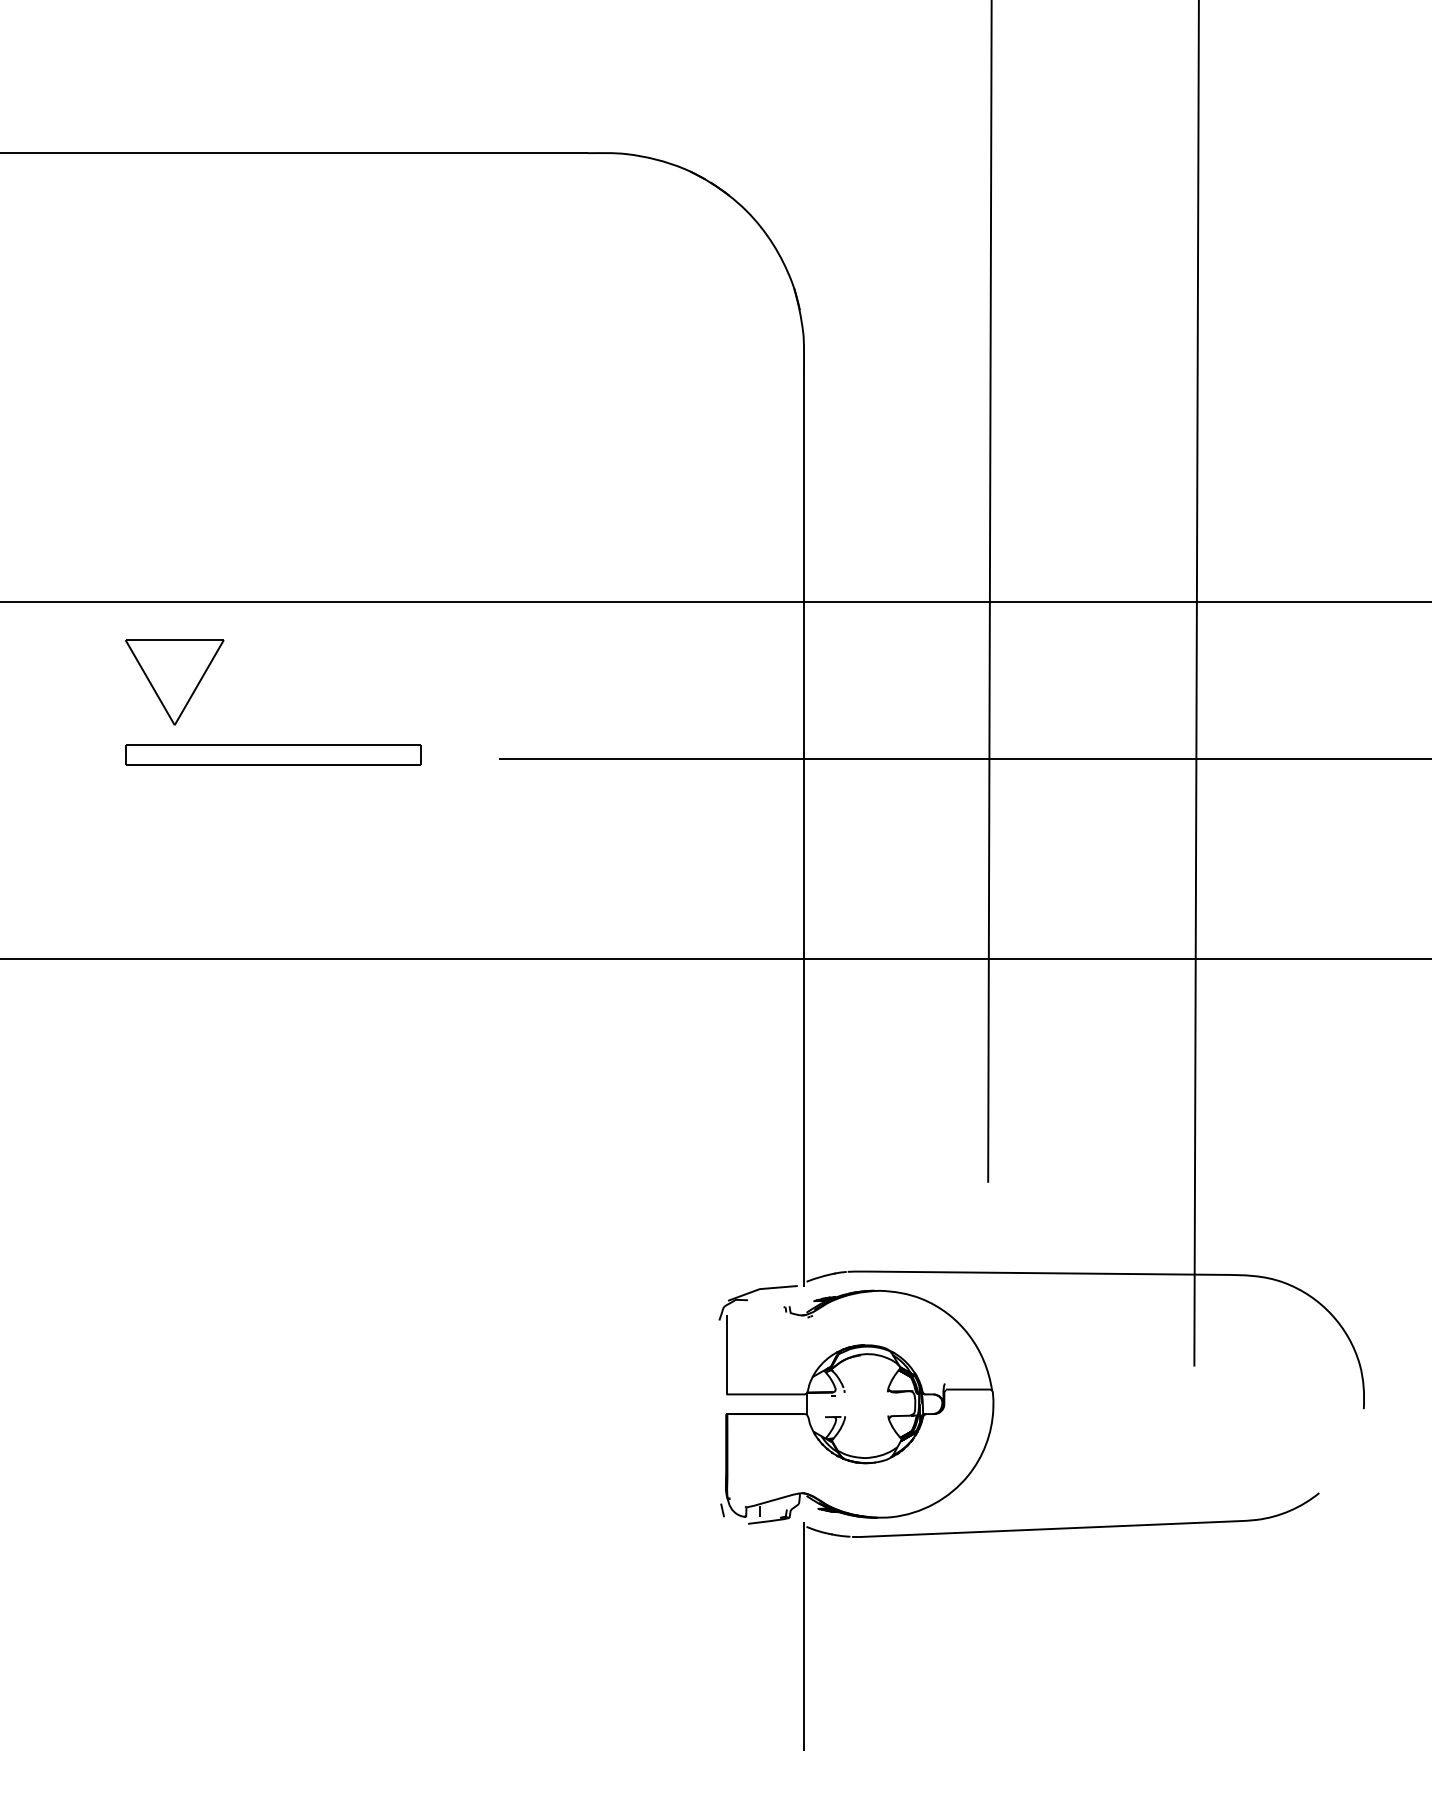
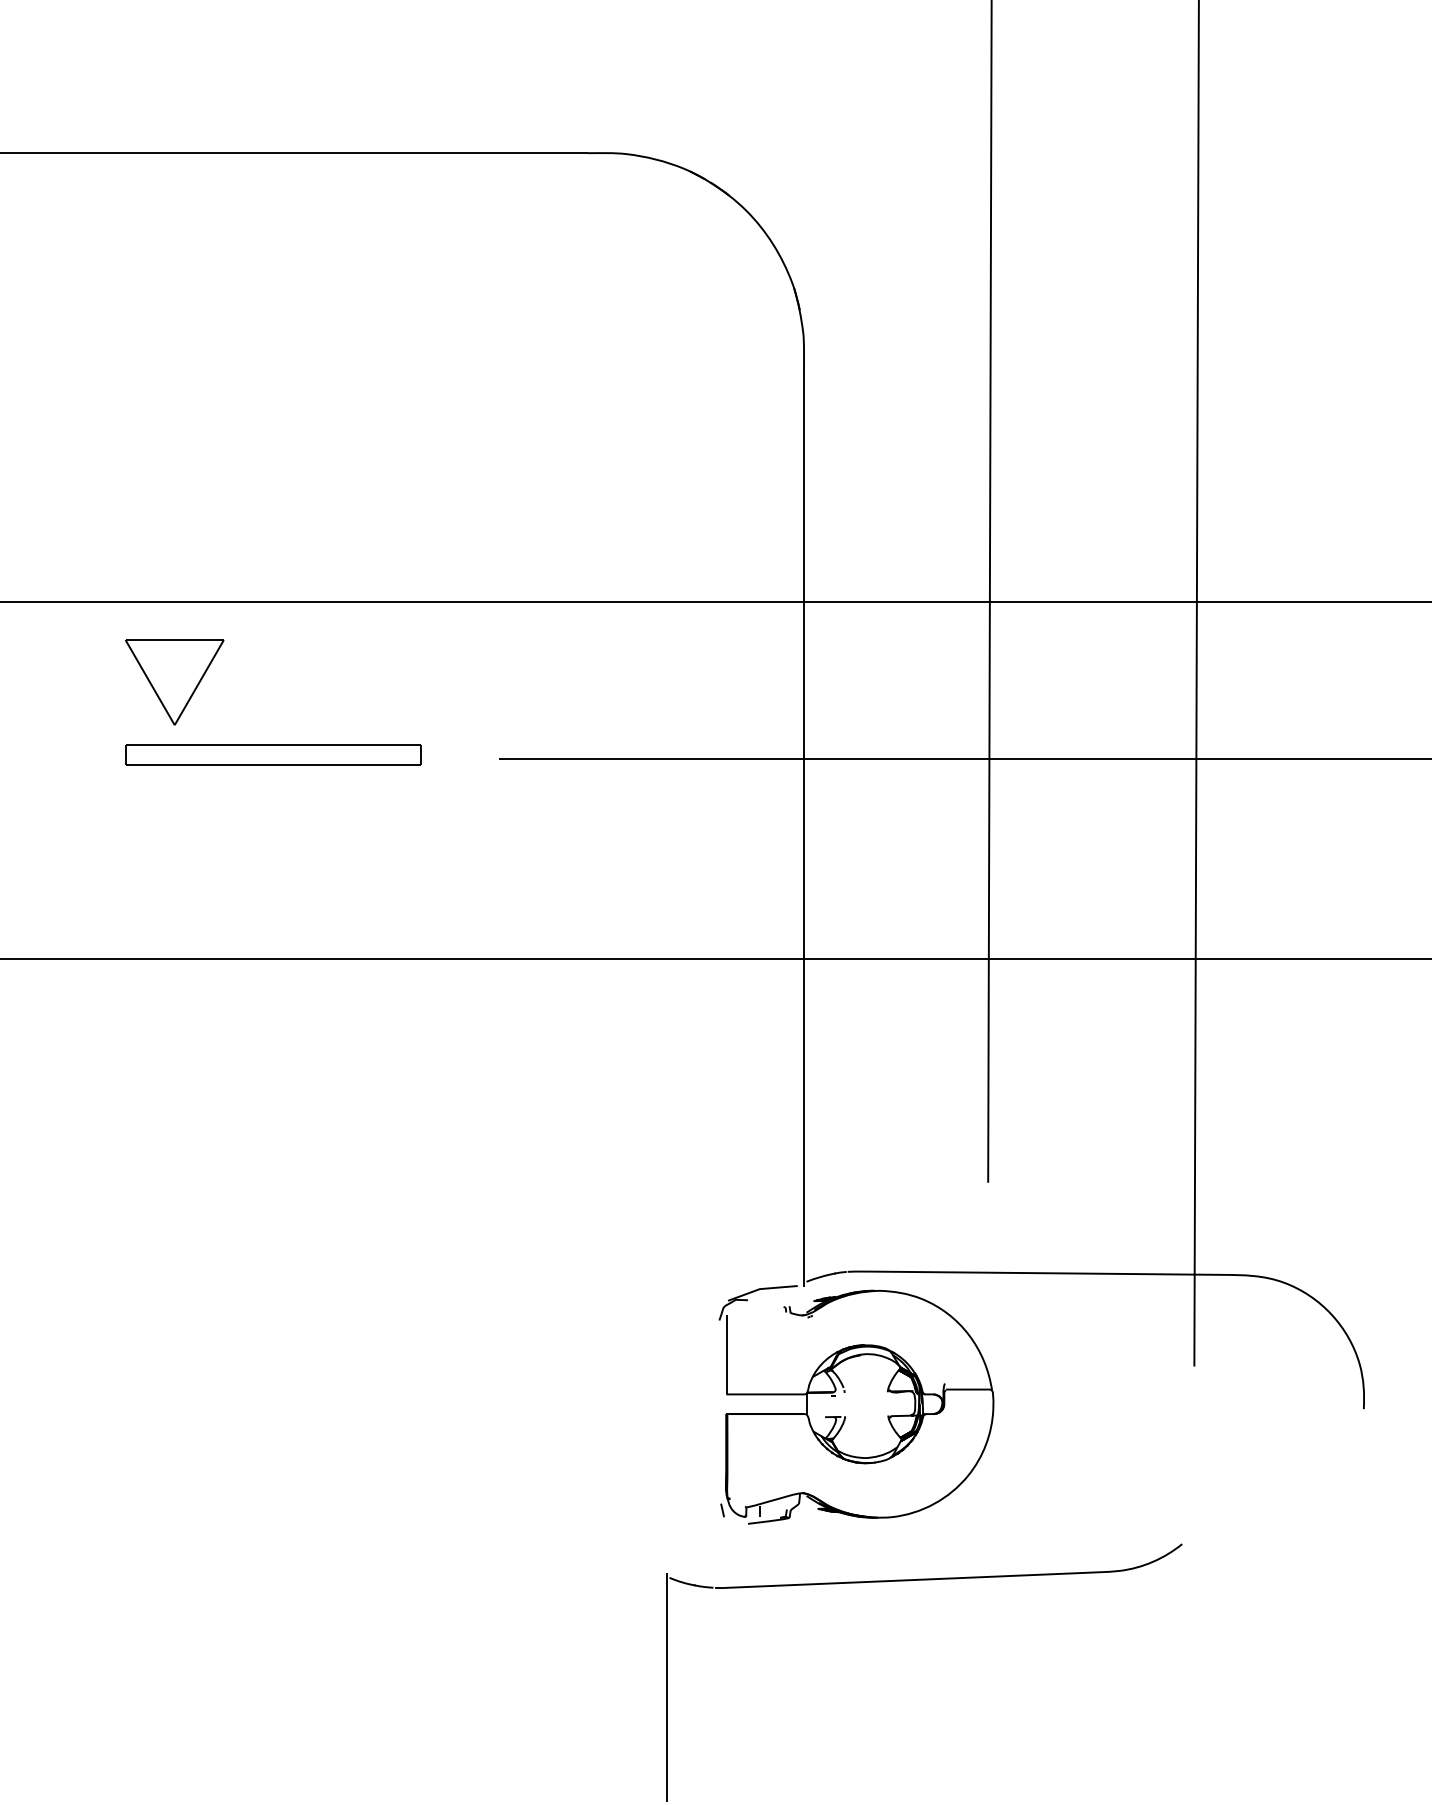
part at (1061, 1529) position: (1061, 1529) -> (924, 1580)
